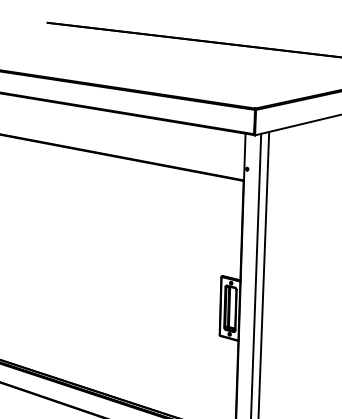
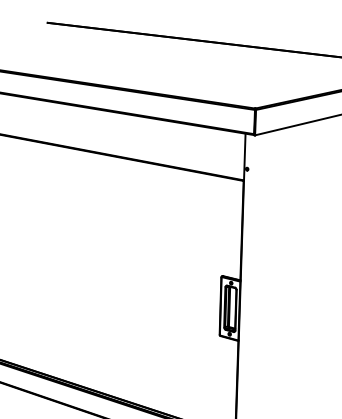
line at (263, 273): present -> none
line at (256, 274): present -> none
